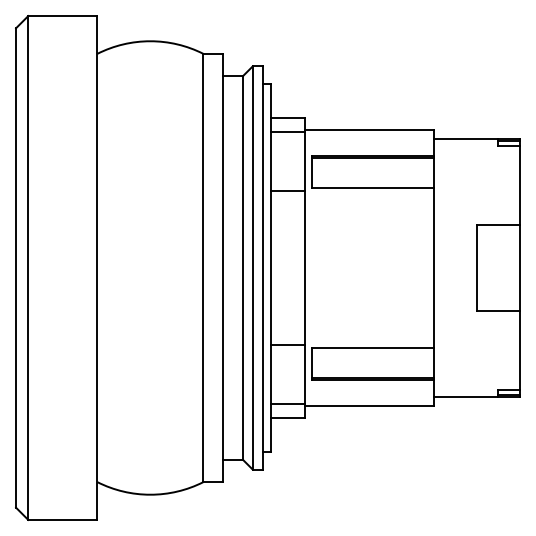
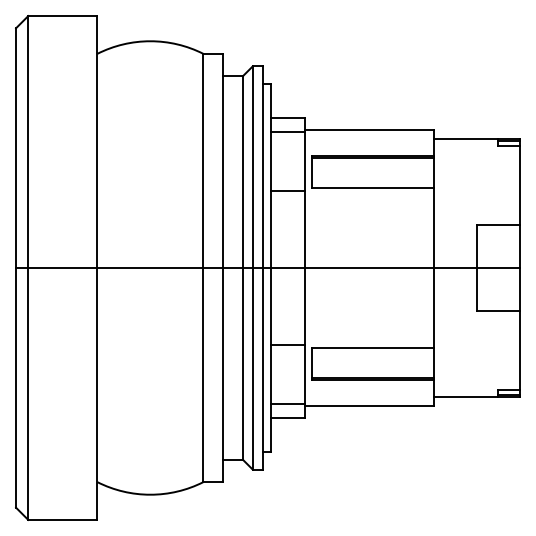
line at (267, 268): none -> present
